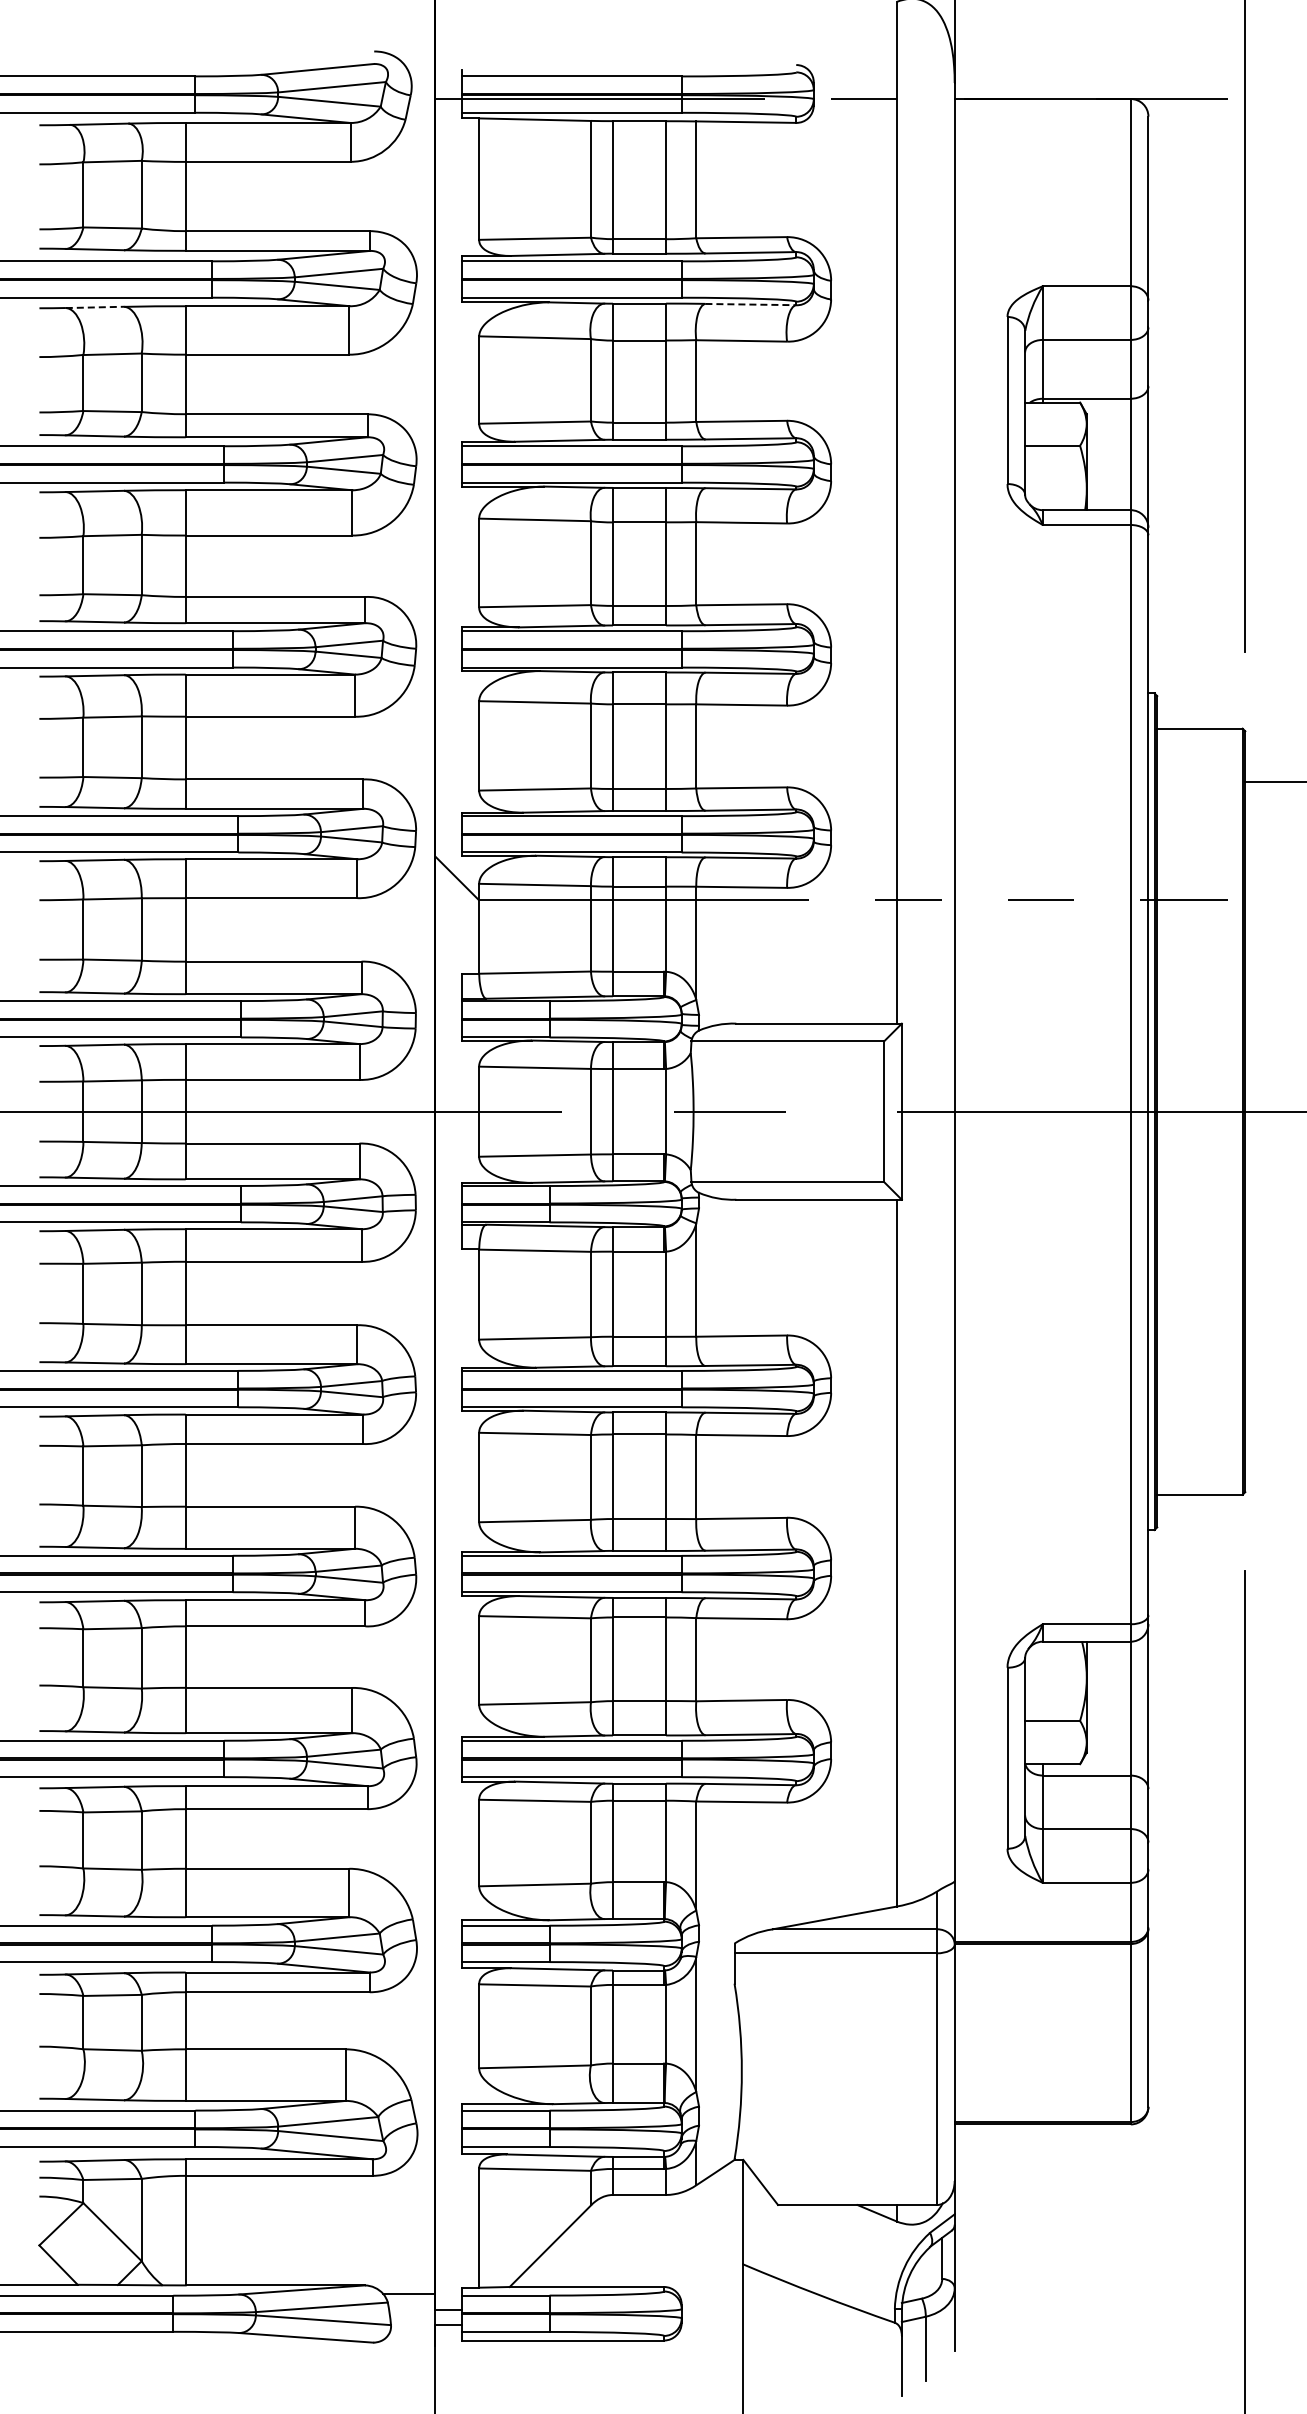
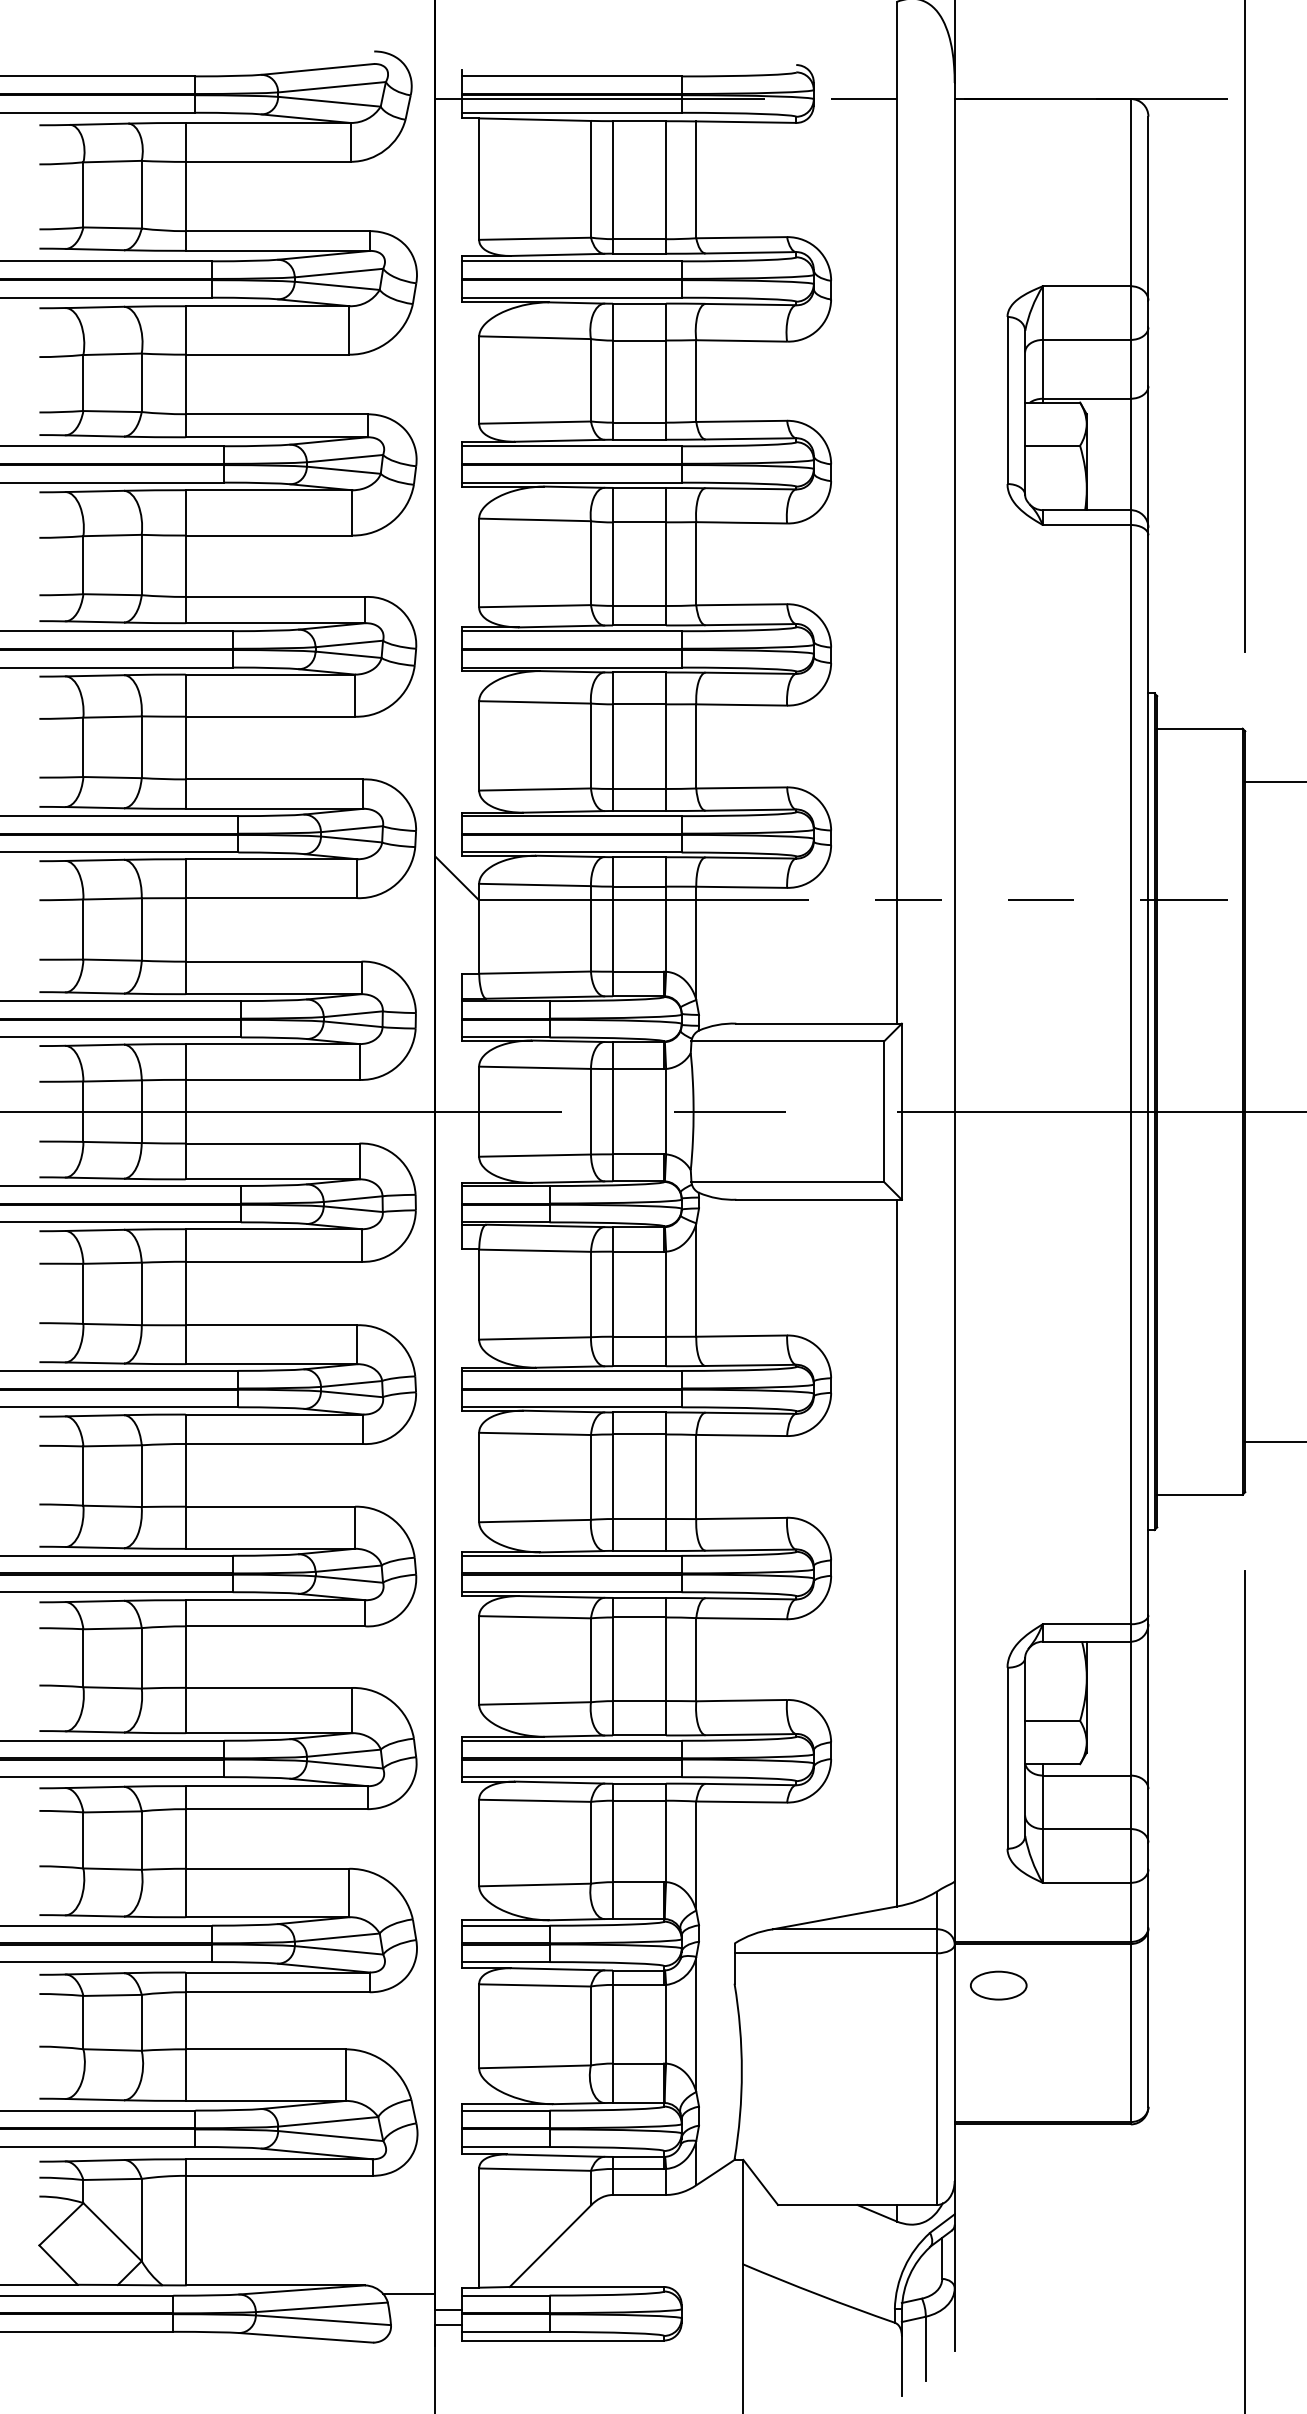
line at (751, 304): dashed -> solid
line at (95, 307): dashed -> solid
line at (1274, 1441): none -> present
part at (998, 1985): none -> present
